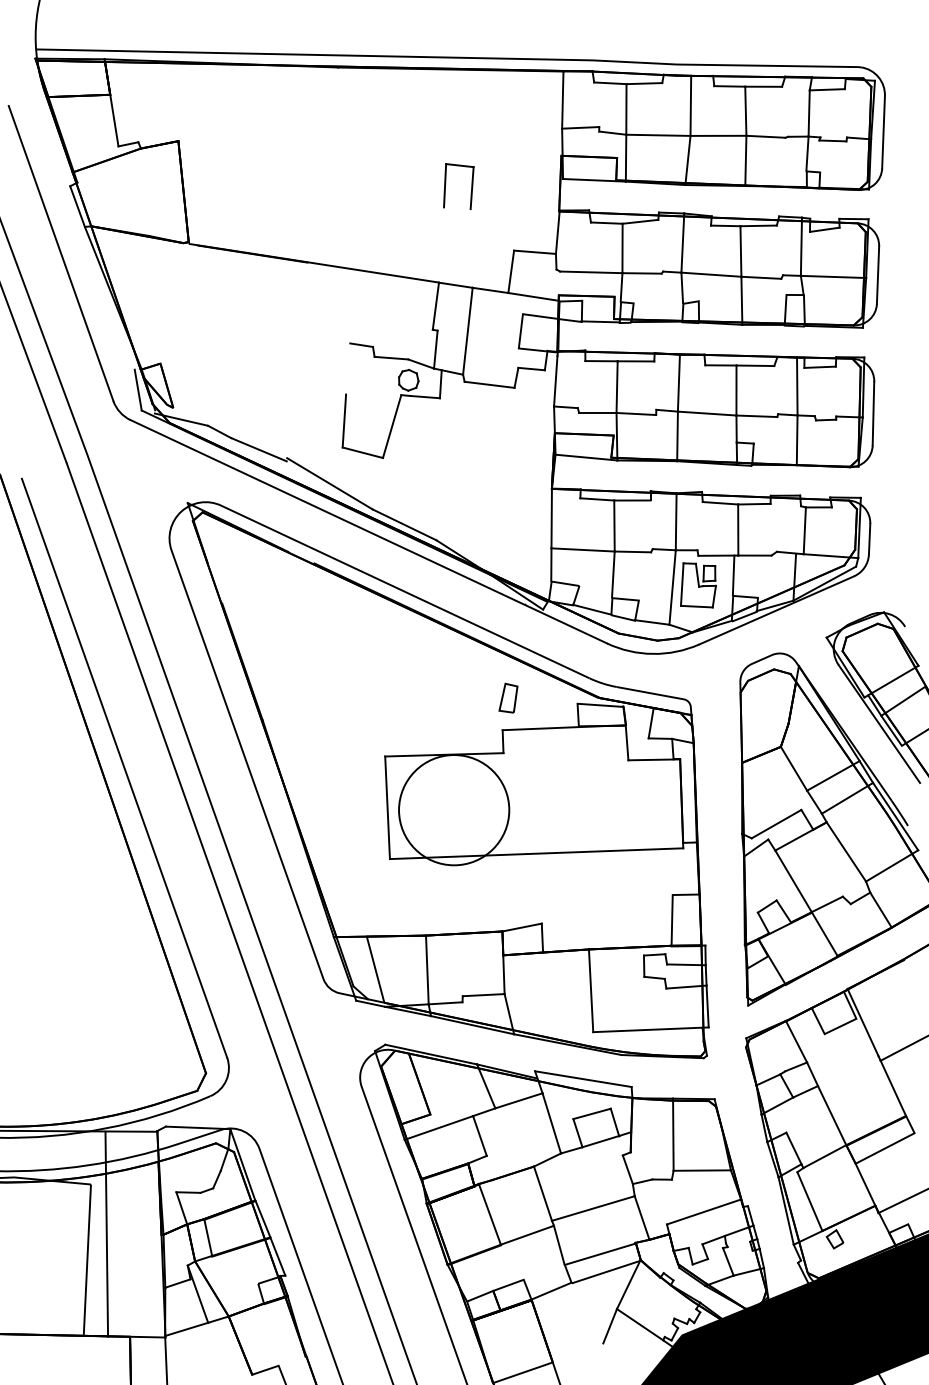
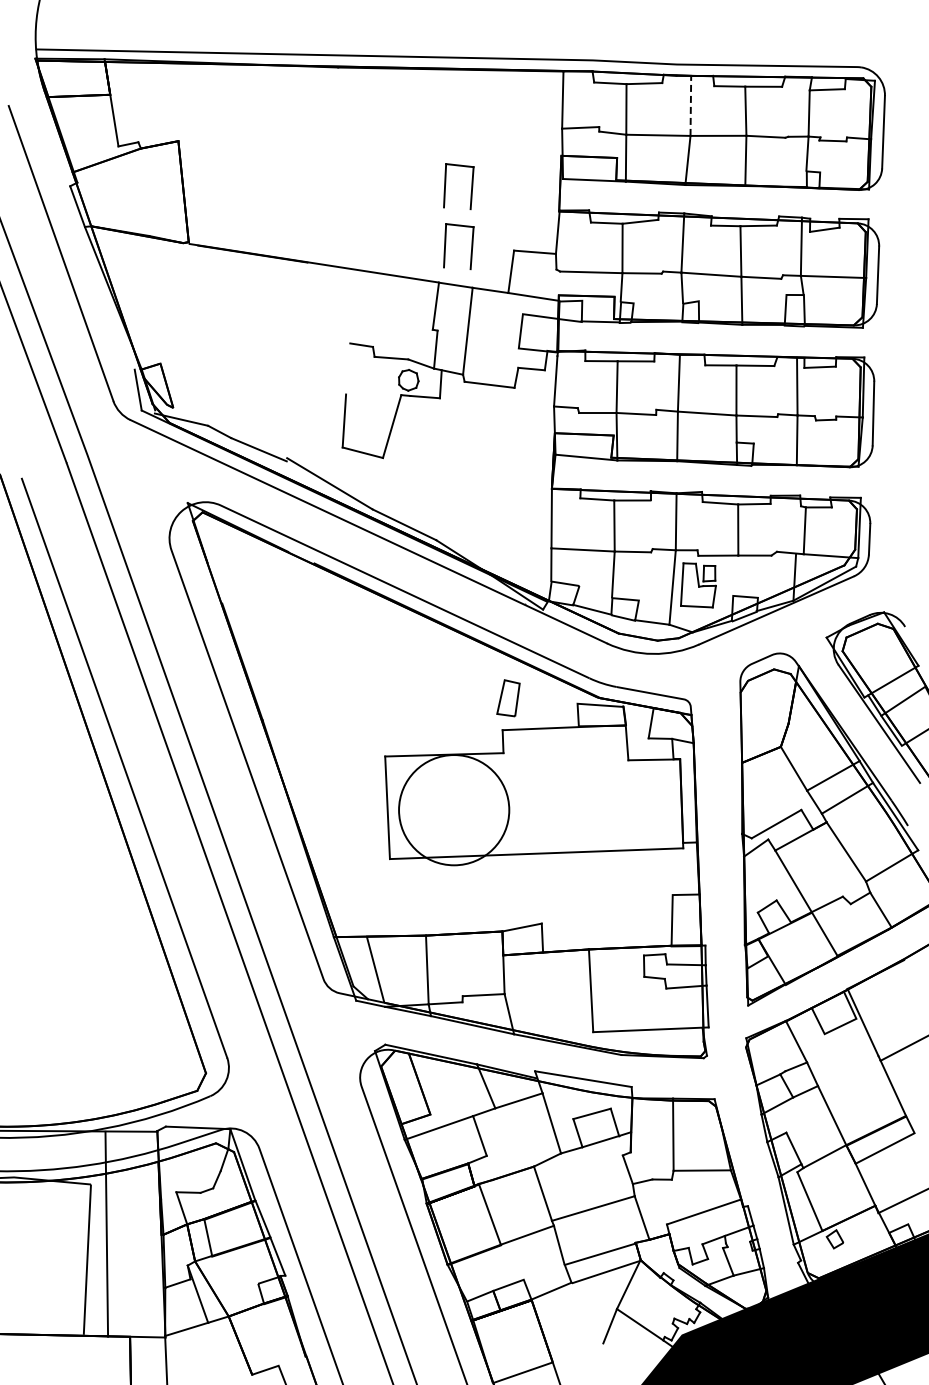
line at (690, 105): solid -> dashed
part at (446, 243): none -> present
line at (733, 575): present -> none
part at (508, 697) size: 21x32 px -> 25x39 px
